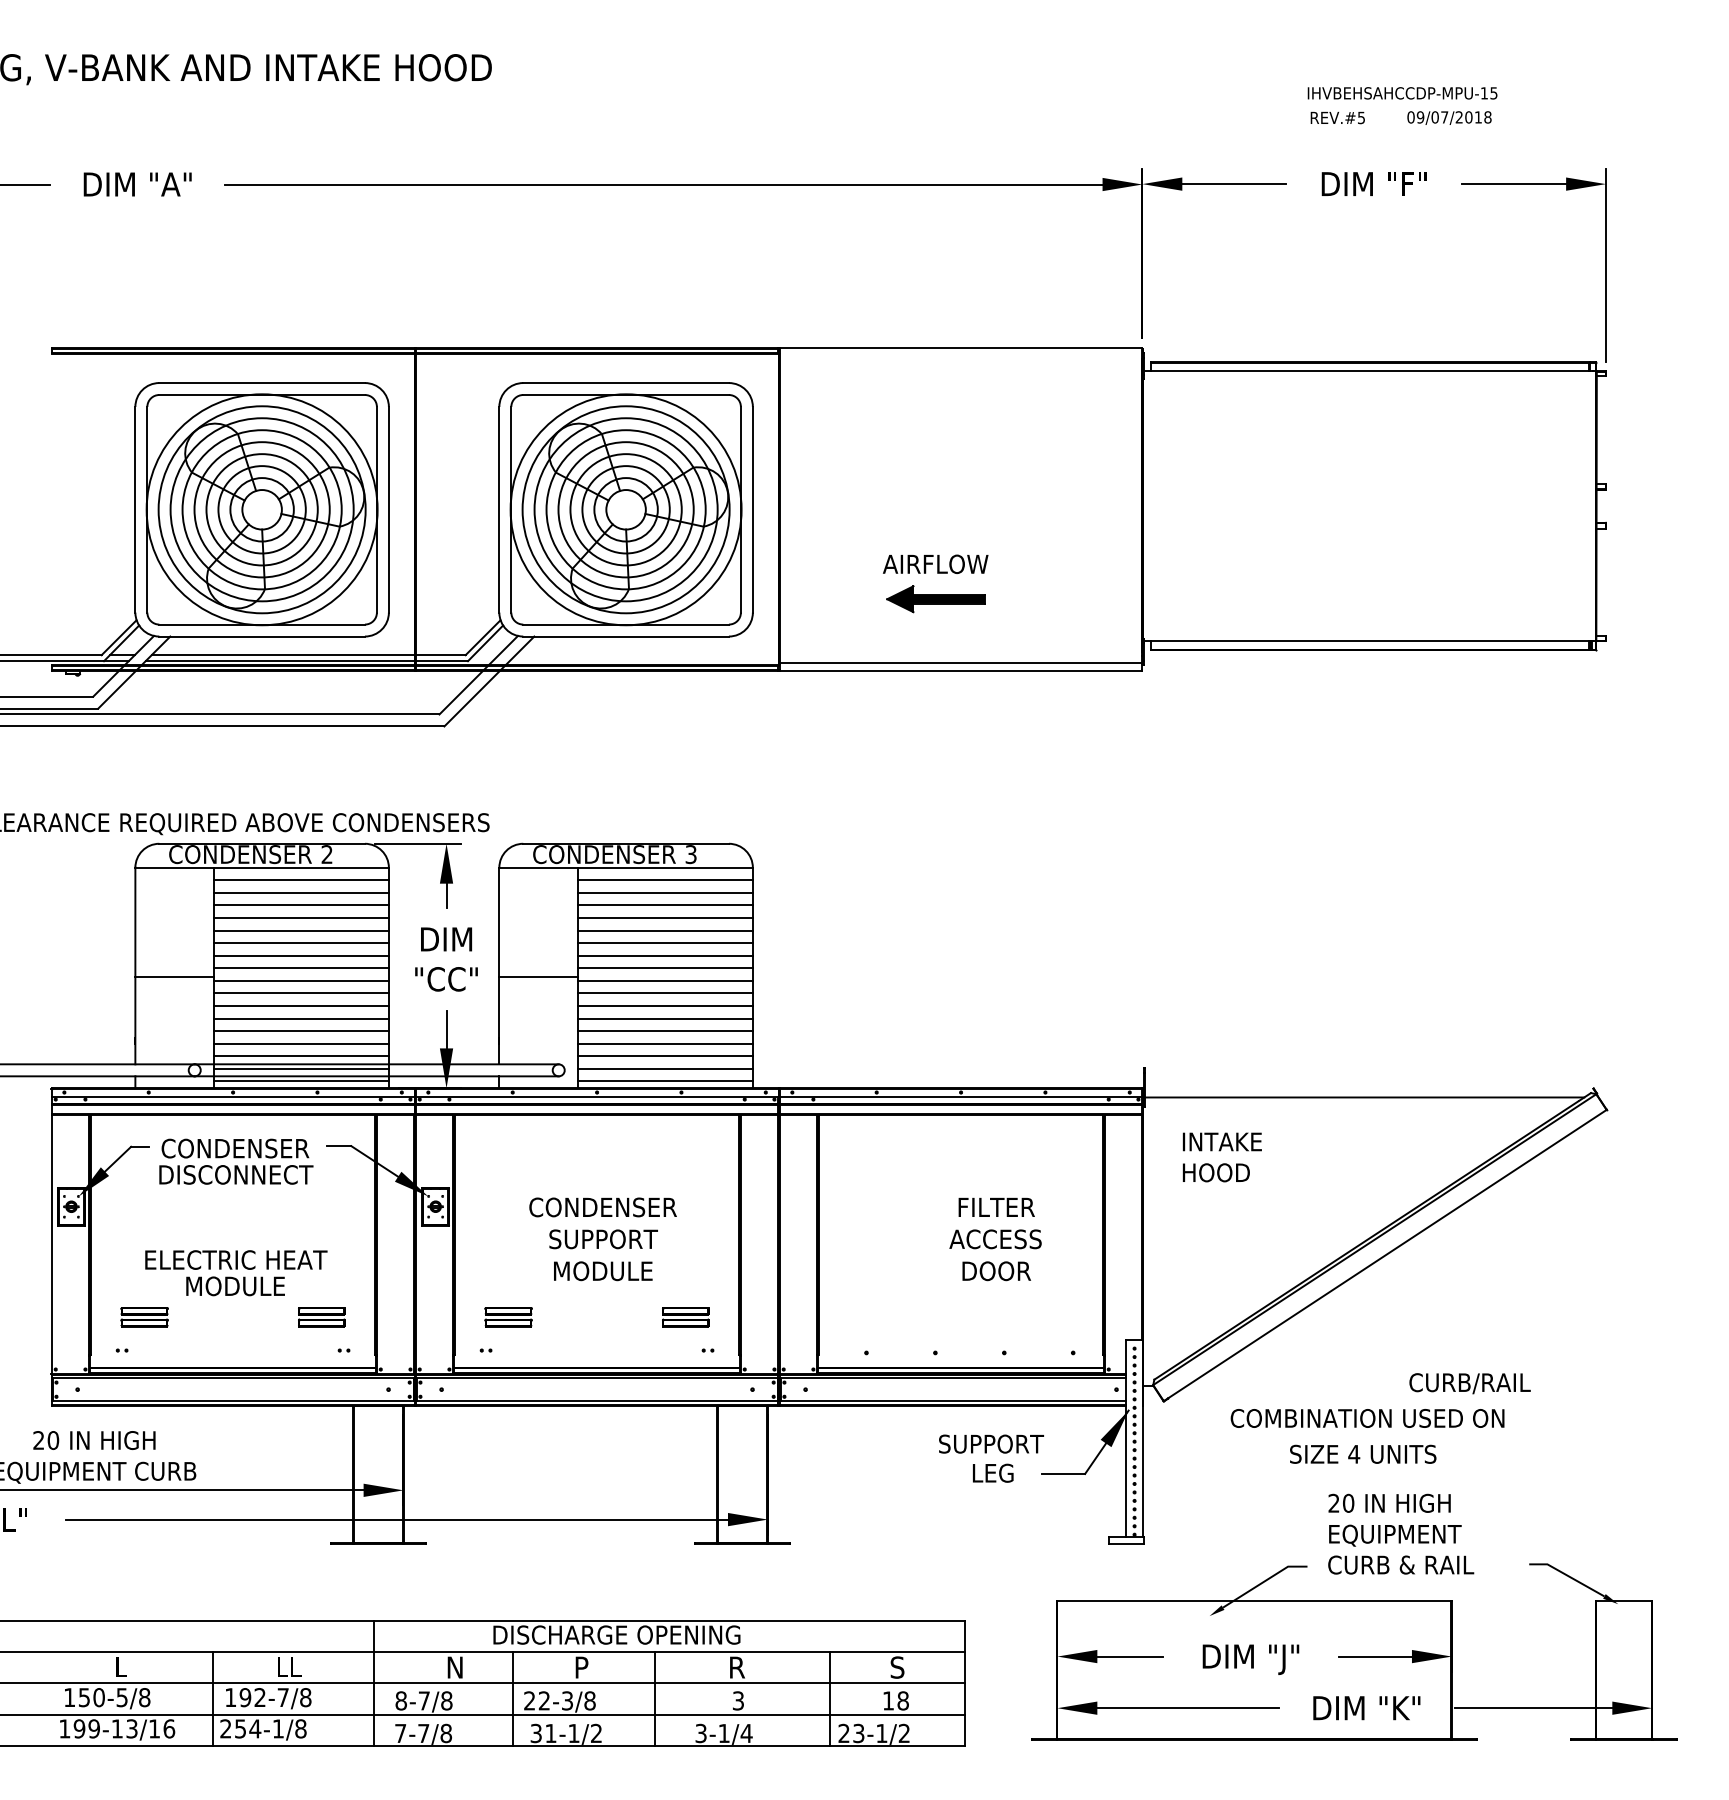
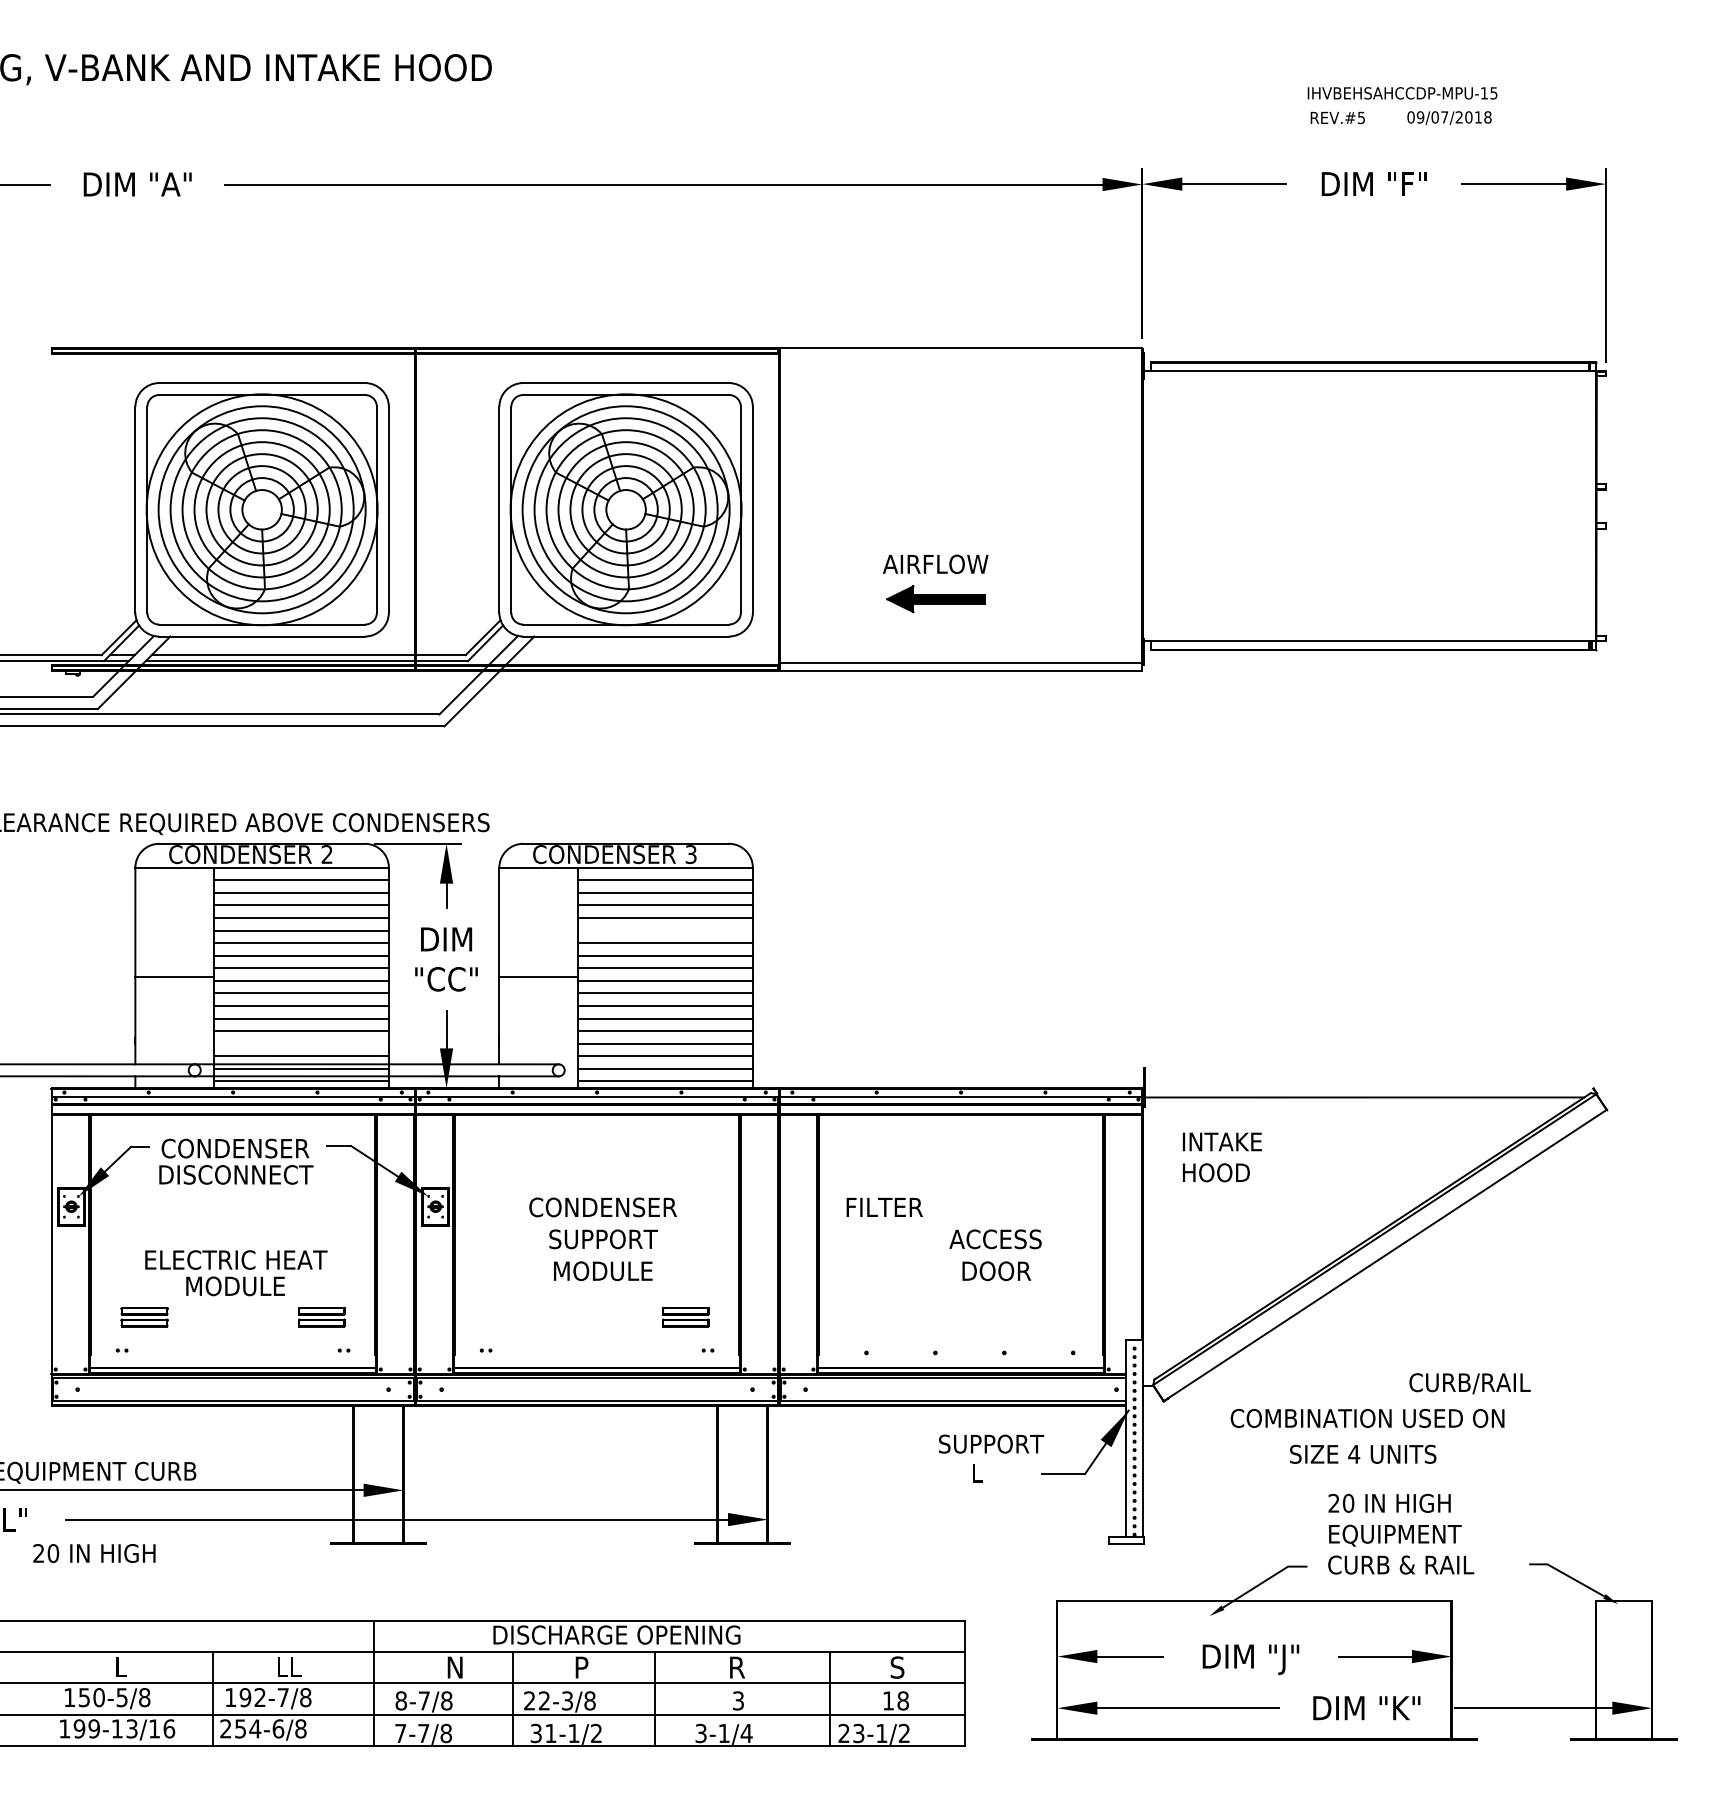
line at (665, 930): present -> none
line at (301, 1043): present -> none
text at (996, 1206) position: (996, 1206) -> (884, 1206)
part at (508, 1317): present -> none
text at (94, 1440) position: (94, 1440) -> (94, 1553)
text at (992, 1472): LEG -> L
text at (278, 1728): 254-1/8 -> 254-6/8
